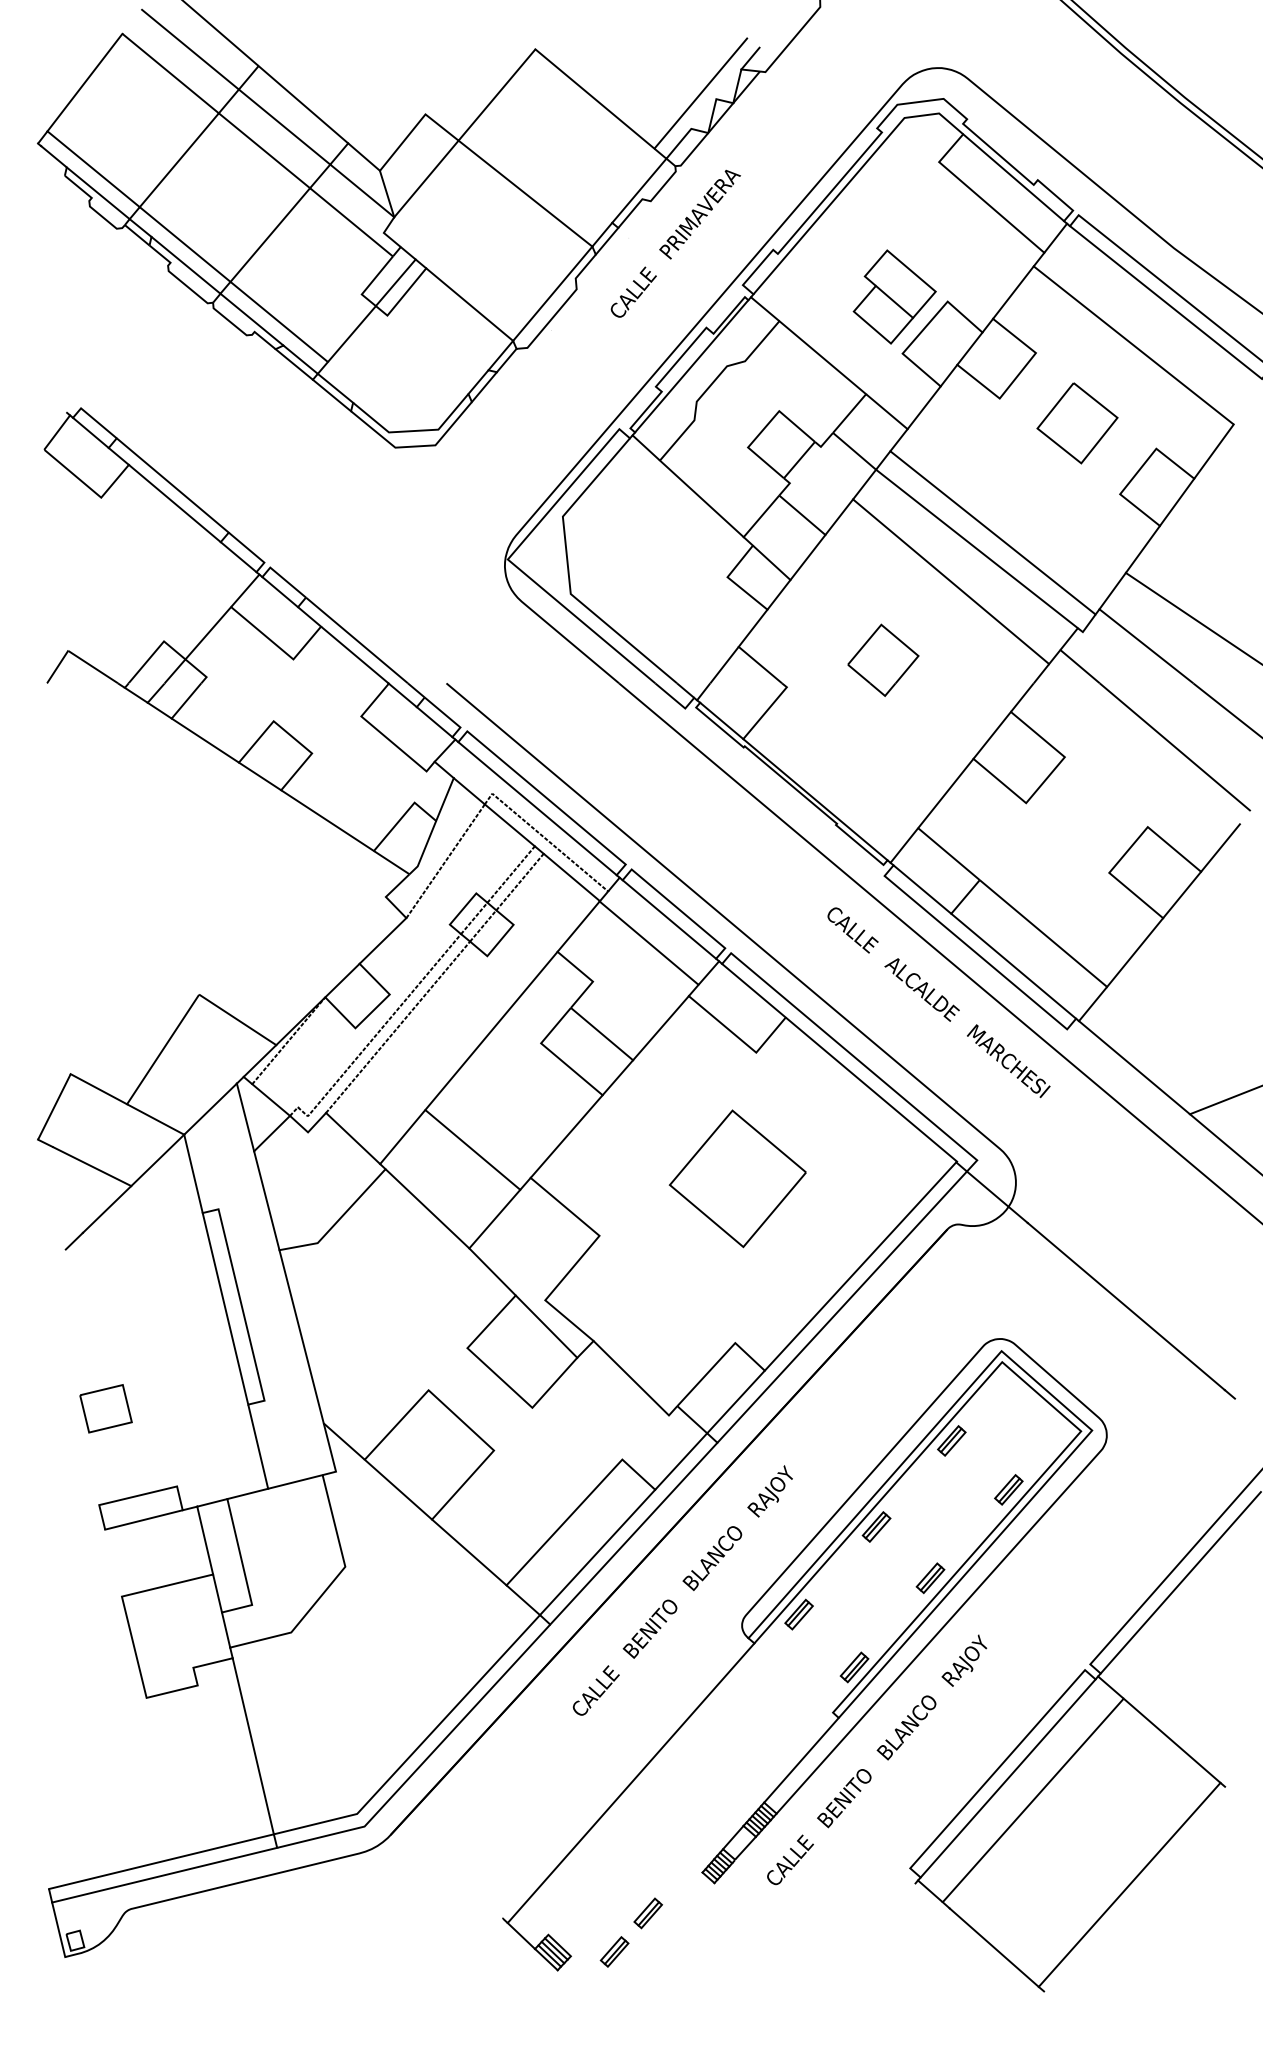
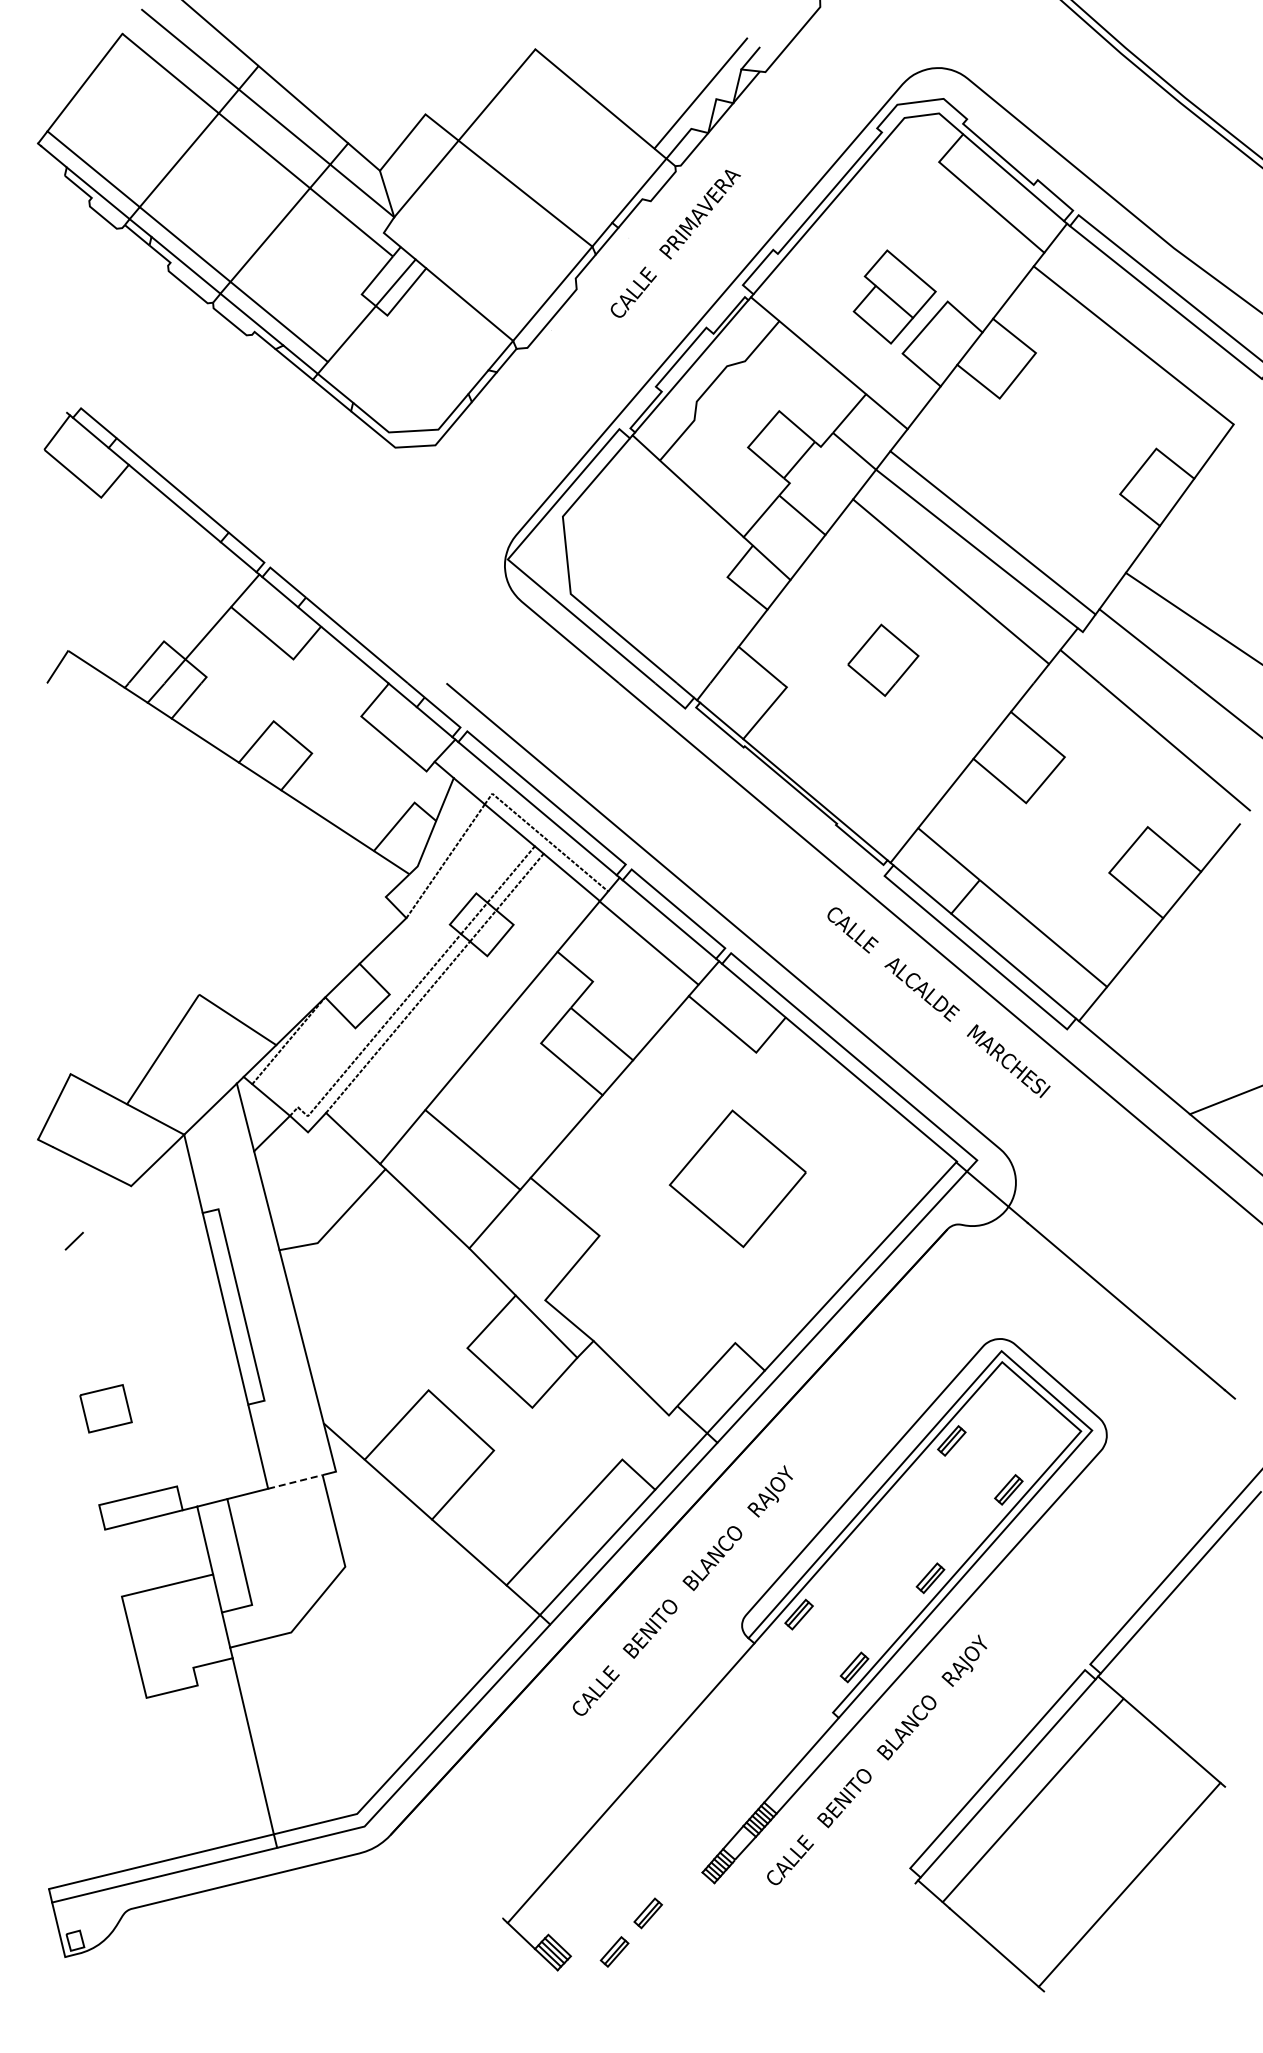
part at (1077, 423): present -> none
line at (106, 1209): present -> none
line at (295, 1481): solid -> dashed
part at (876, 1526): present -> none
